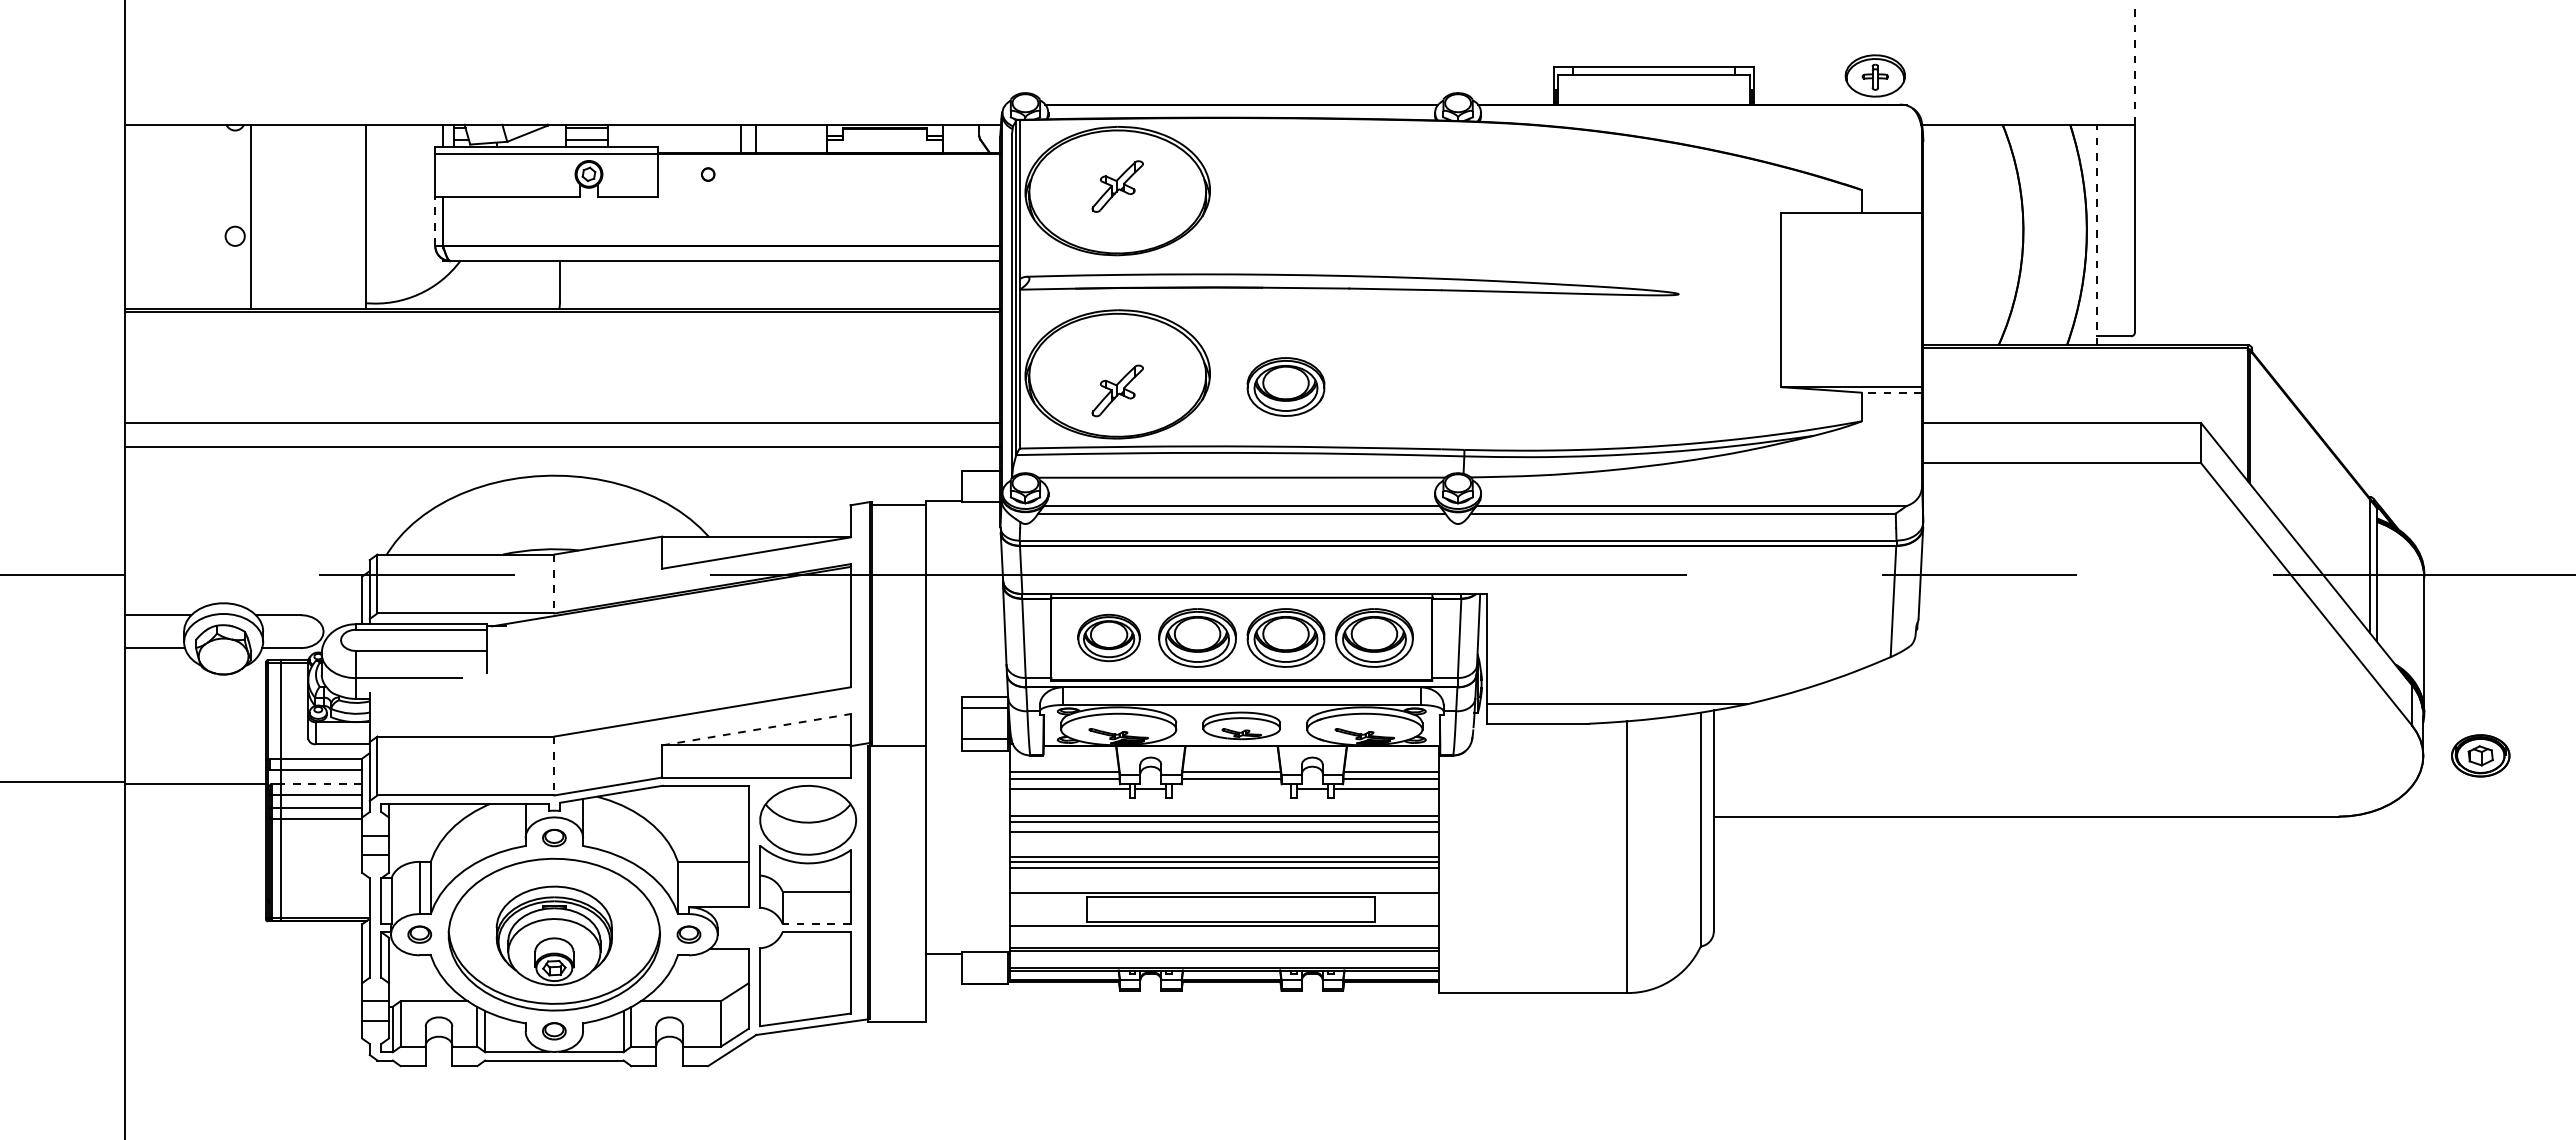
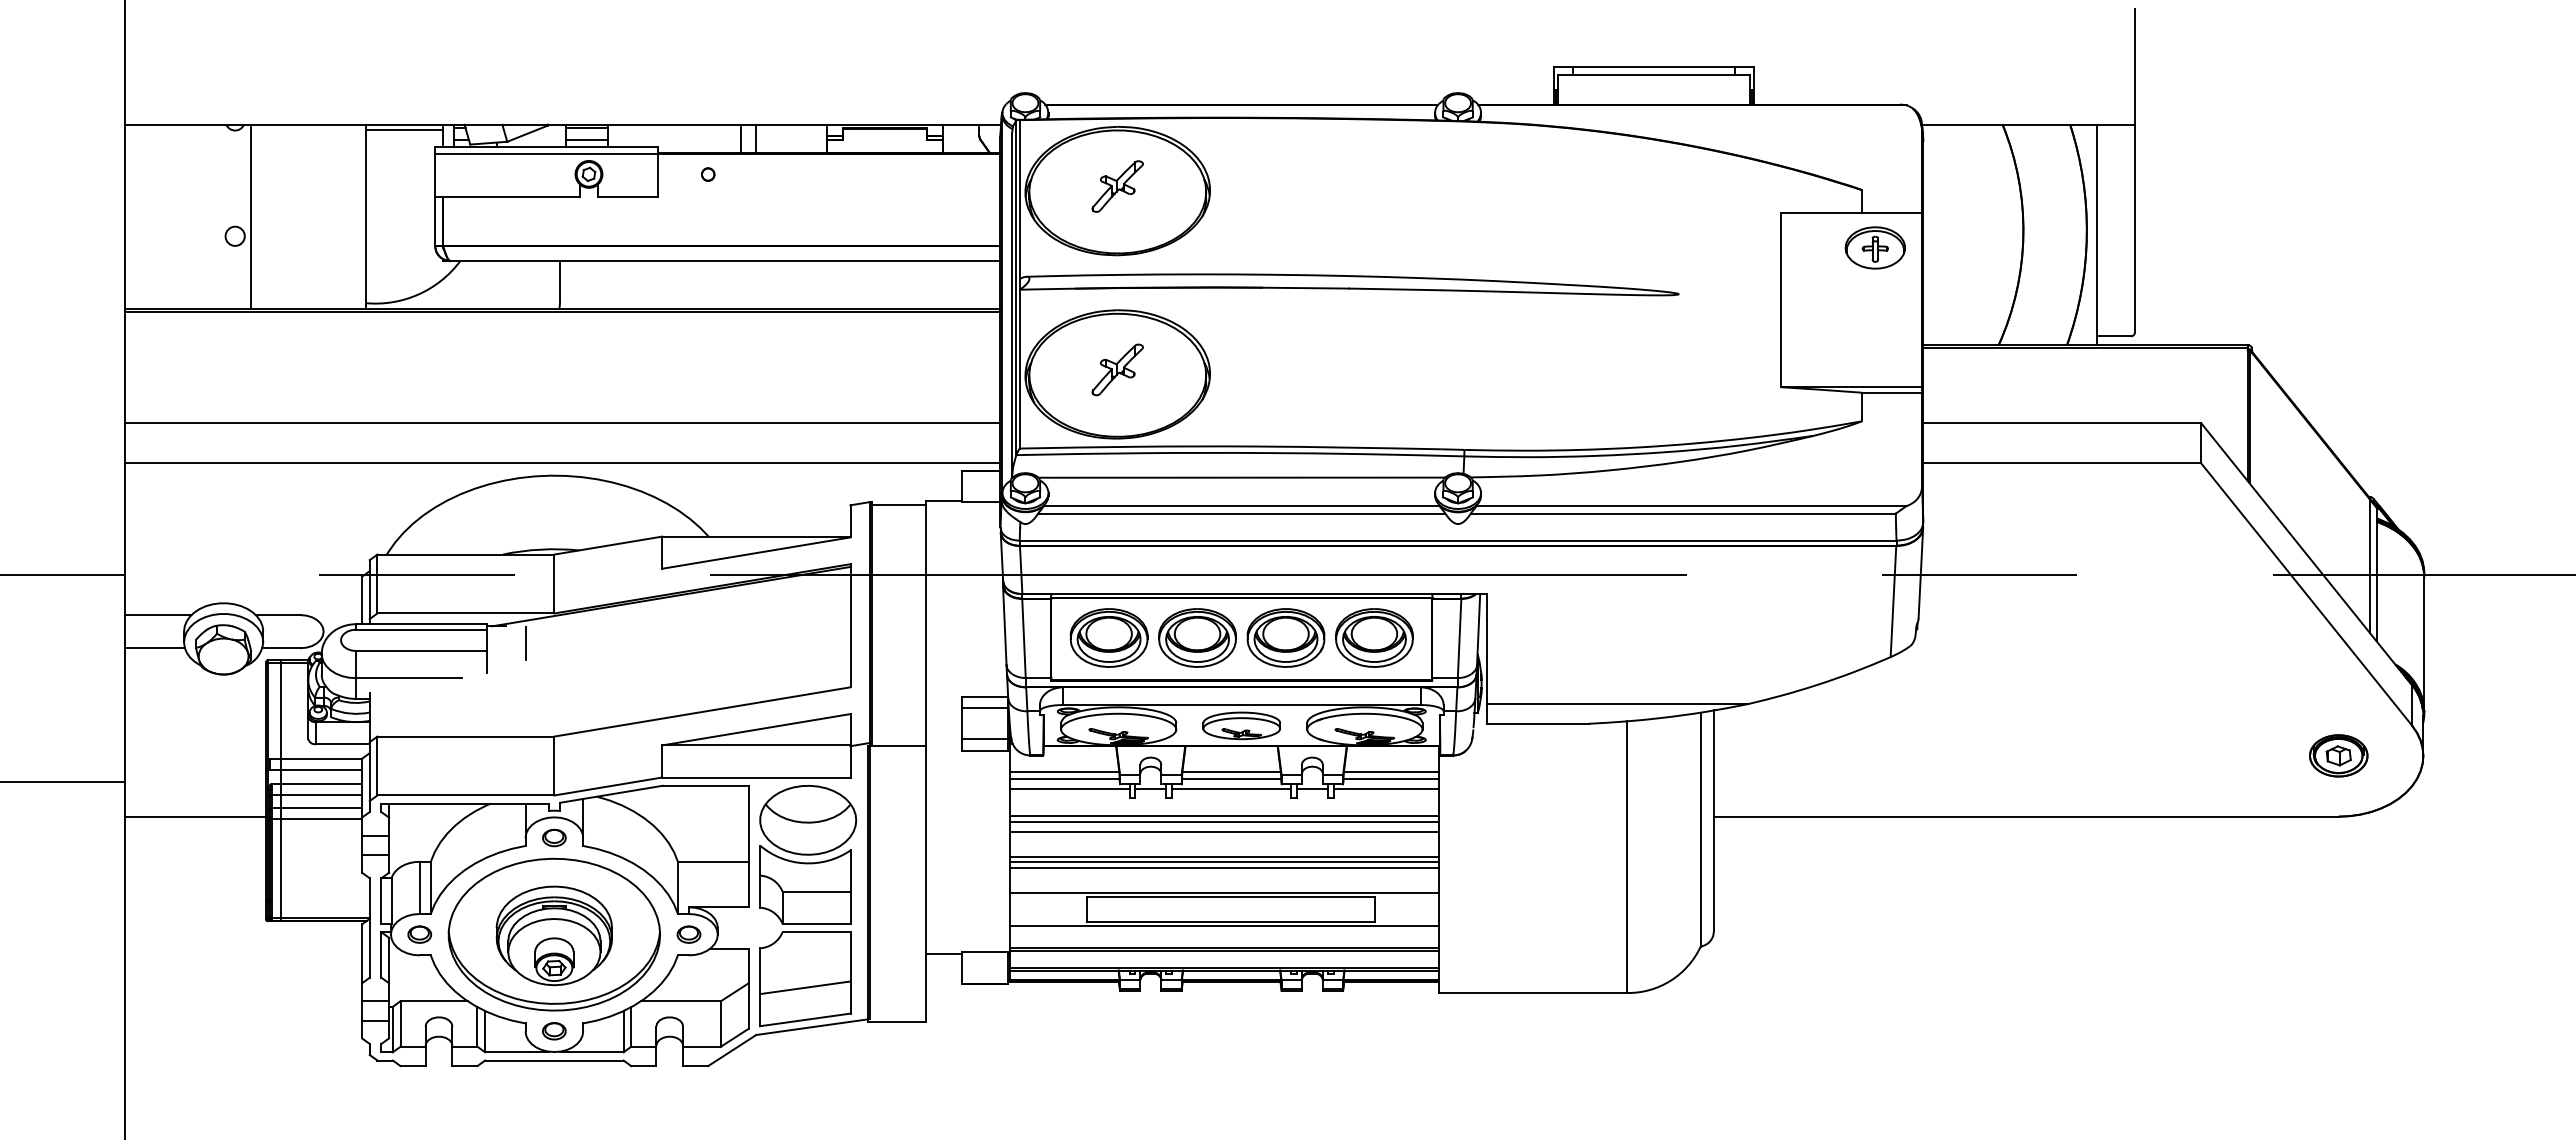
line at (2134, 67): dashed -> solid
part at (1874, 75) position: (1874, 75) -> (1874, 247)
line at (403, 129): none -> present
line at (435, 221): dashed -> solid
line at (2096, 234): dashed -> solid
part at (1285, 386): present -> none
part at (1117, 390) position: (1117, 390) -> (1117, 369)
line at (1891, 392): dashed -> solid
line at (562, 447) position: (562, 447) -> (562, 463)
line at (554, 584): dashed -> solid
part at (1108, 638) size: 64x49 px -> 80x60 px
line at (525, 643): none -> present
line at (756, 729): dashed -> solid
part at (2480, 755) position: (2480, 755) -> (2338, 755)
line at (554, 766): dashed -> solid
line at (195, 783) position: (195, 783) -> (195, 816)
line at (321, 783): dashed -> solid
line at (1231, 789): none -> present
line at (816, 923): dashed -> solid
line at (805, 987): none -> present
